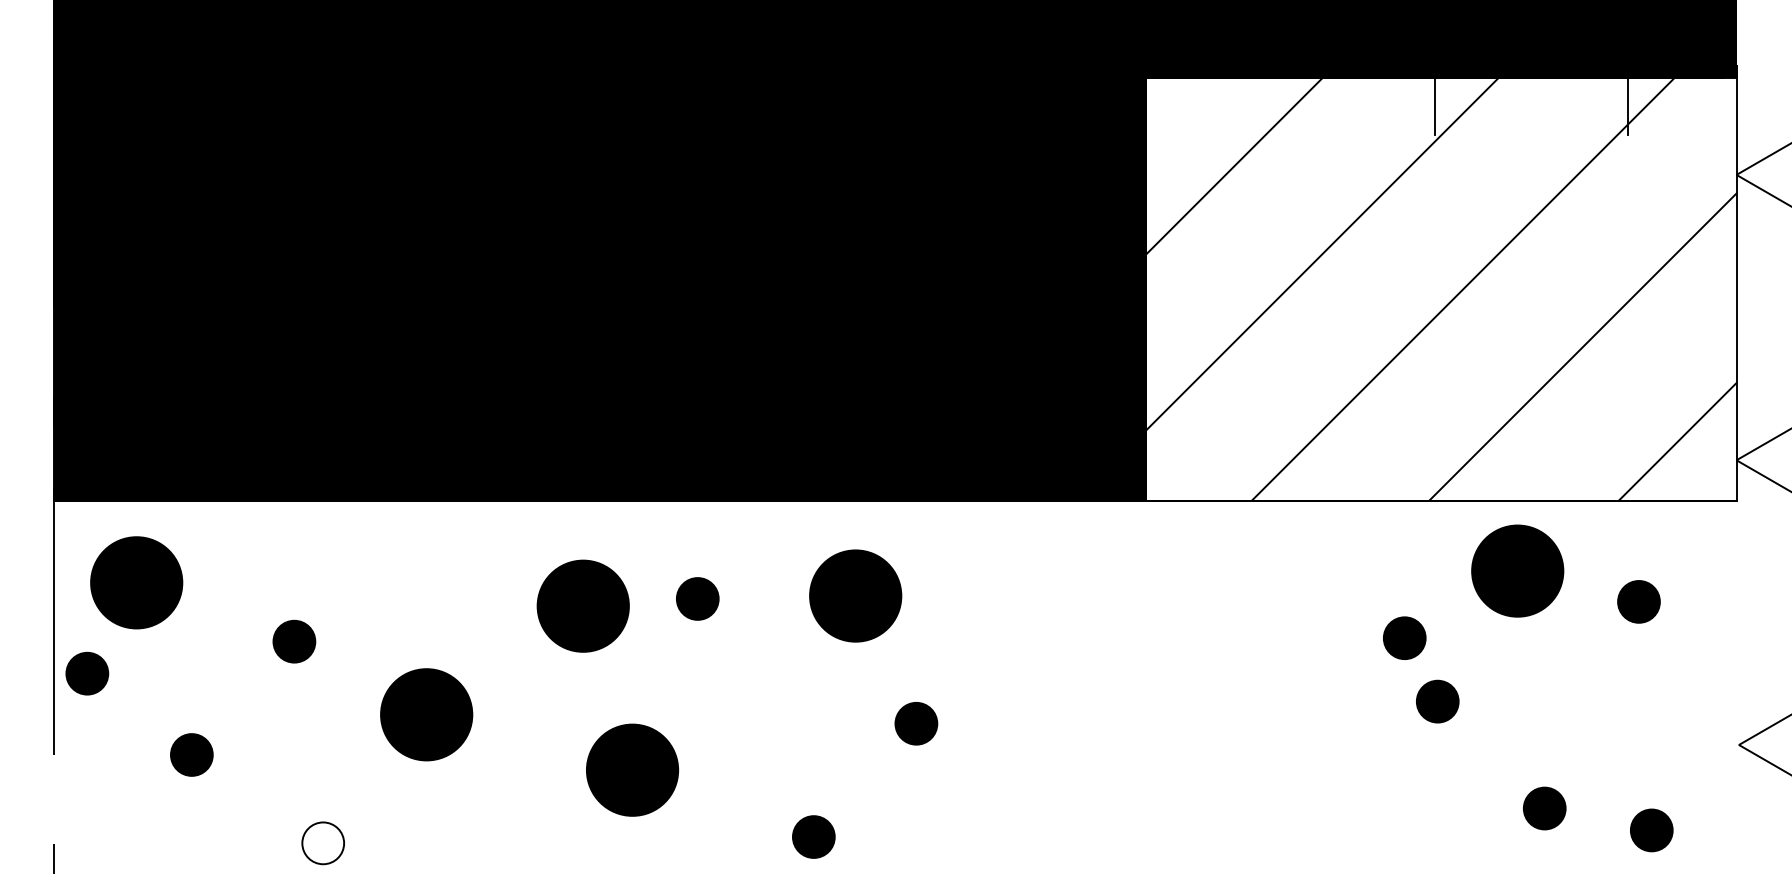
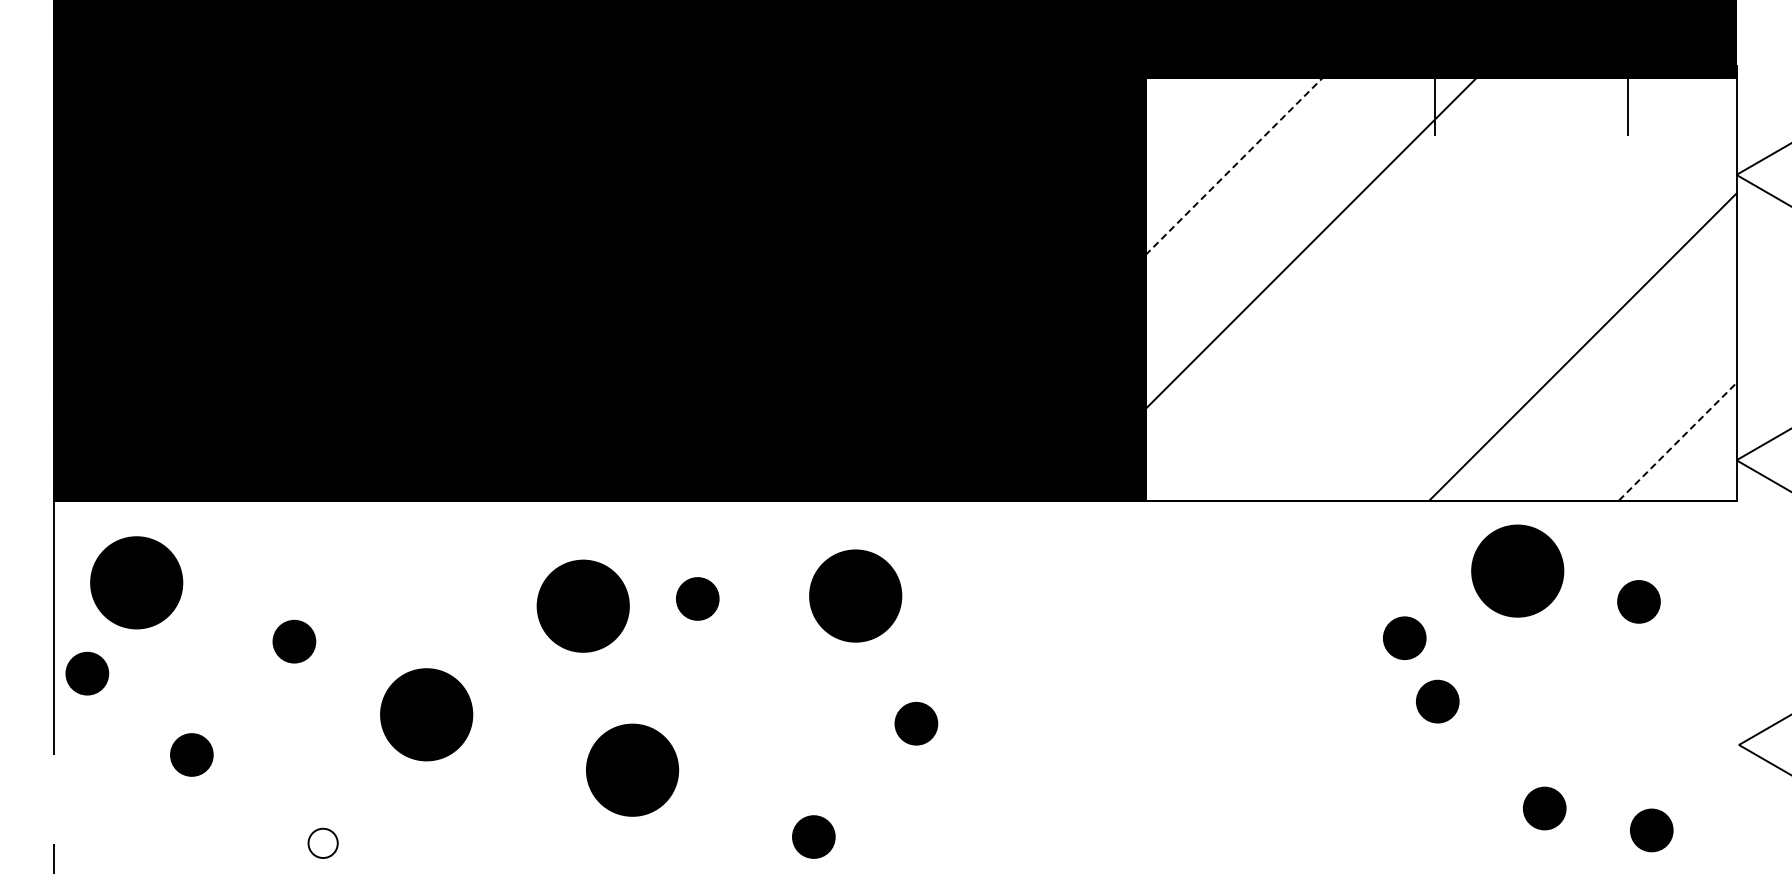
line at (1234, 166): solid -> dashed
line at (1321, 254) position: (1321, 254) -> (1310, 243)
line at (1463, 288): present -> none
line at (1678, 441): solid -> dashed
part at (322, 843) size: 44x45 px -> 32x32 px
